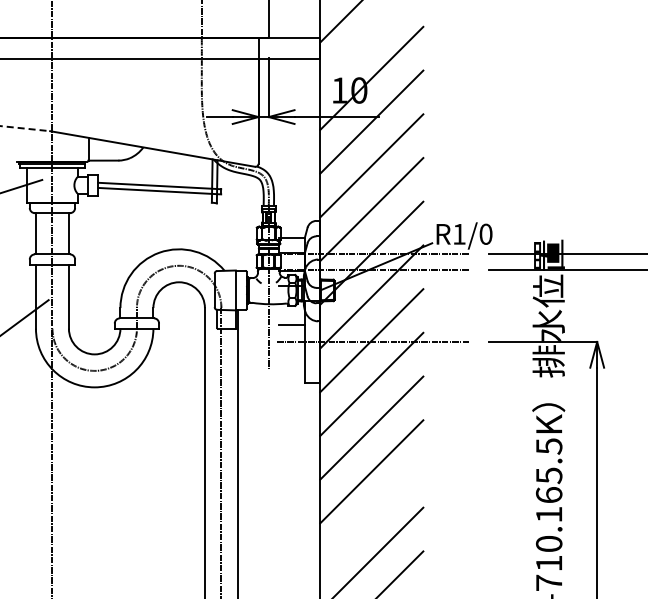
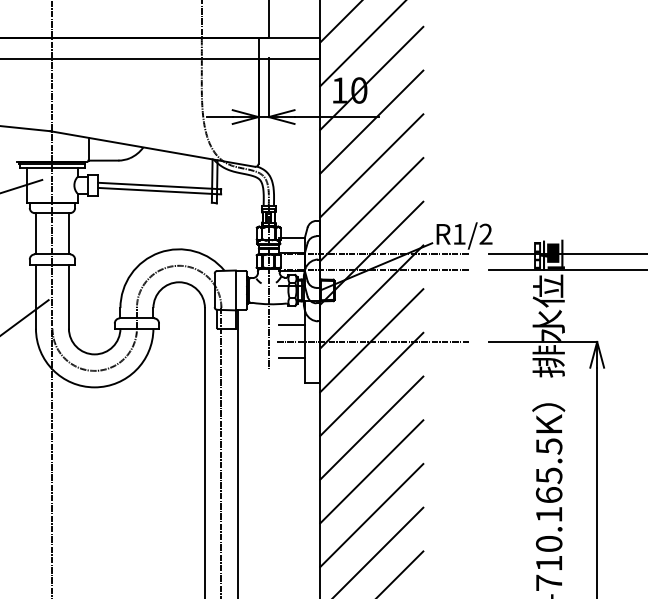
line at (362, 44): none -> present
line at (25, 128): dashed -> solid
text at (485, 233): R1/0 -> R1/2
line at (291, 358): none -> present
line at (371, 515): none -> present
